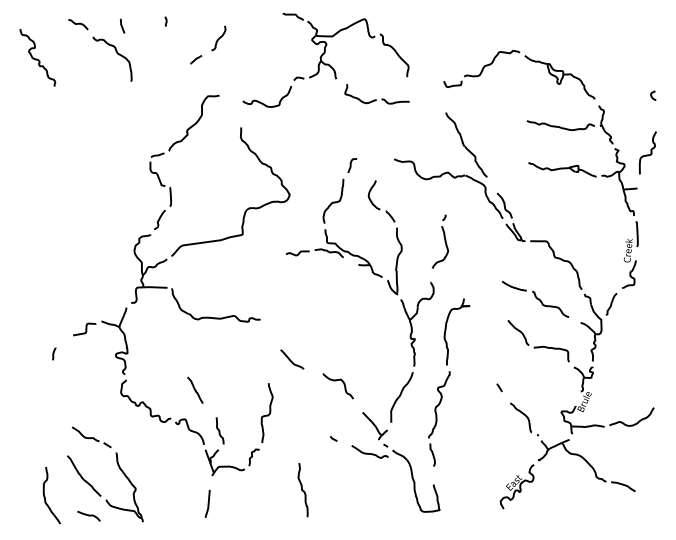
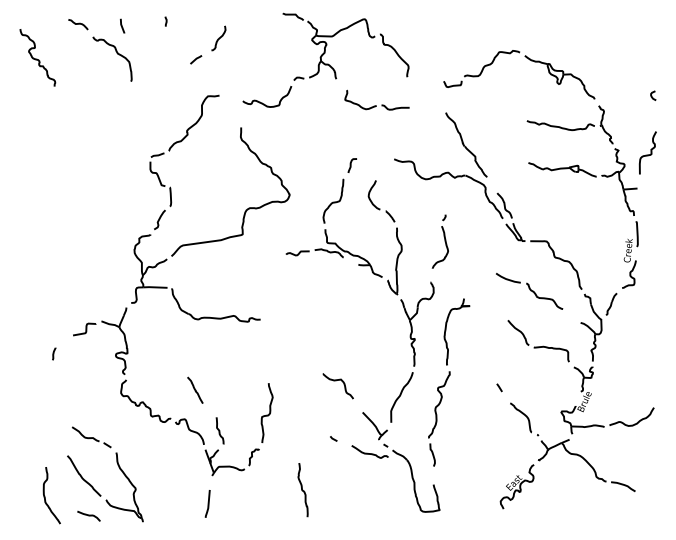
part at (376, 93) position: (376, 93) -> (376, 99)
part at (535, 299) position: (535, 299) -> (529, 291)
curve at (291, 360): present -> none
